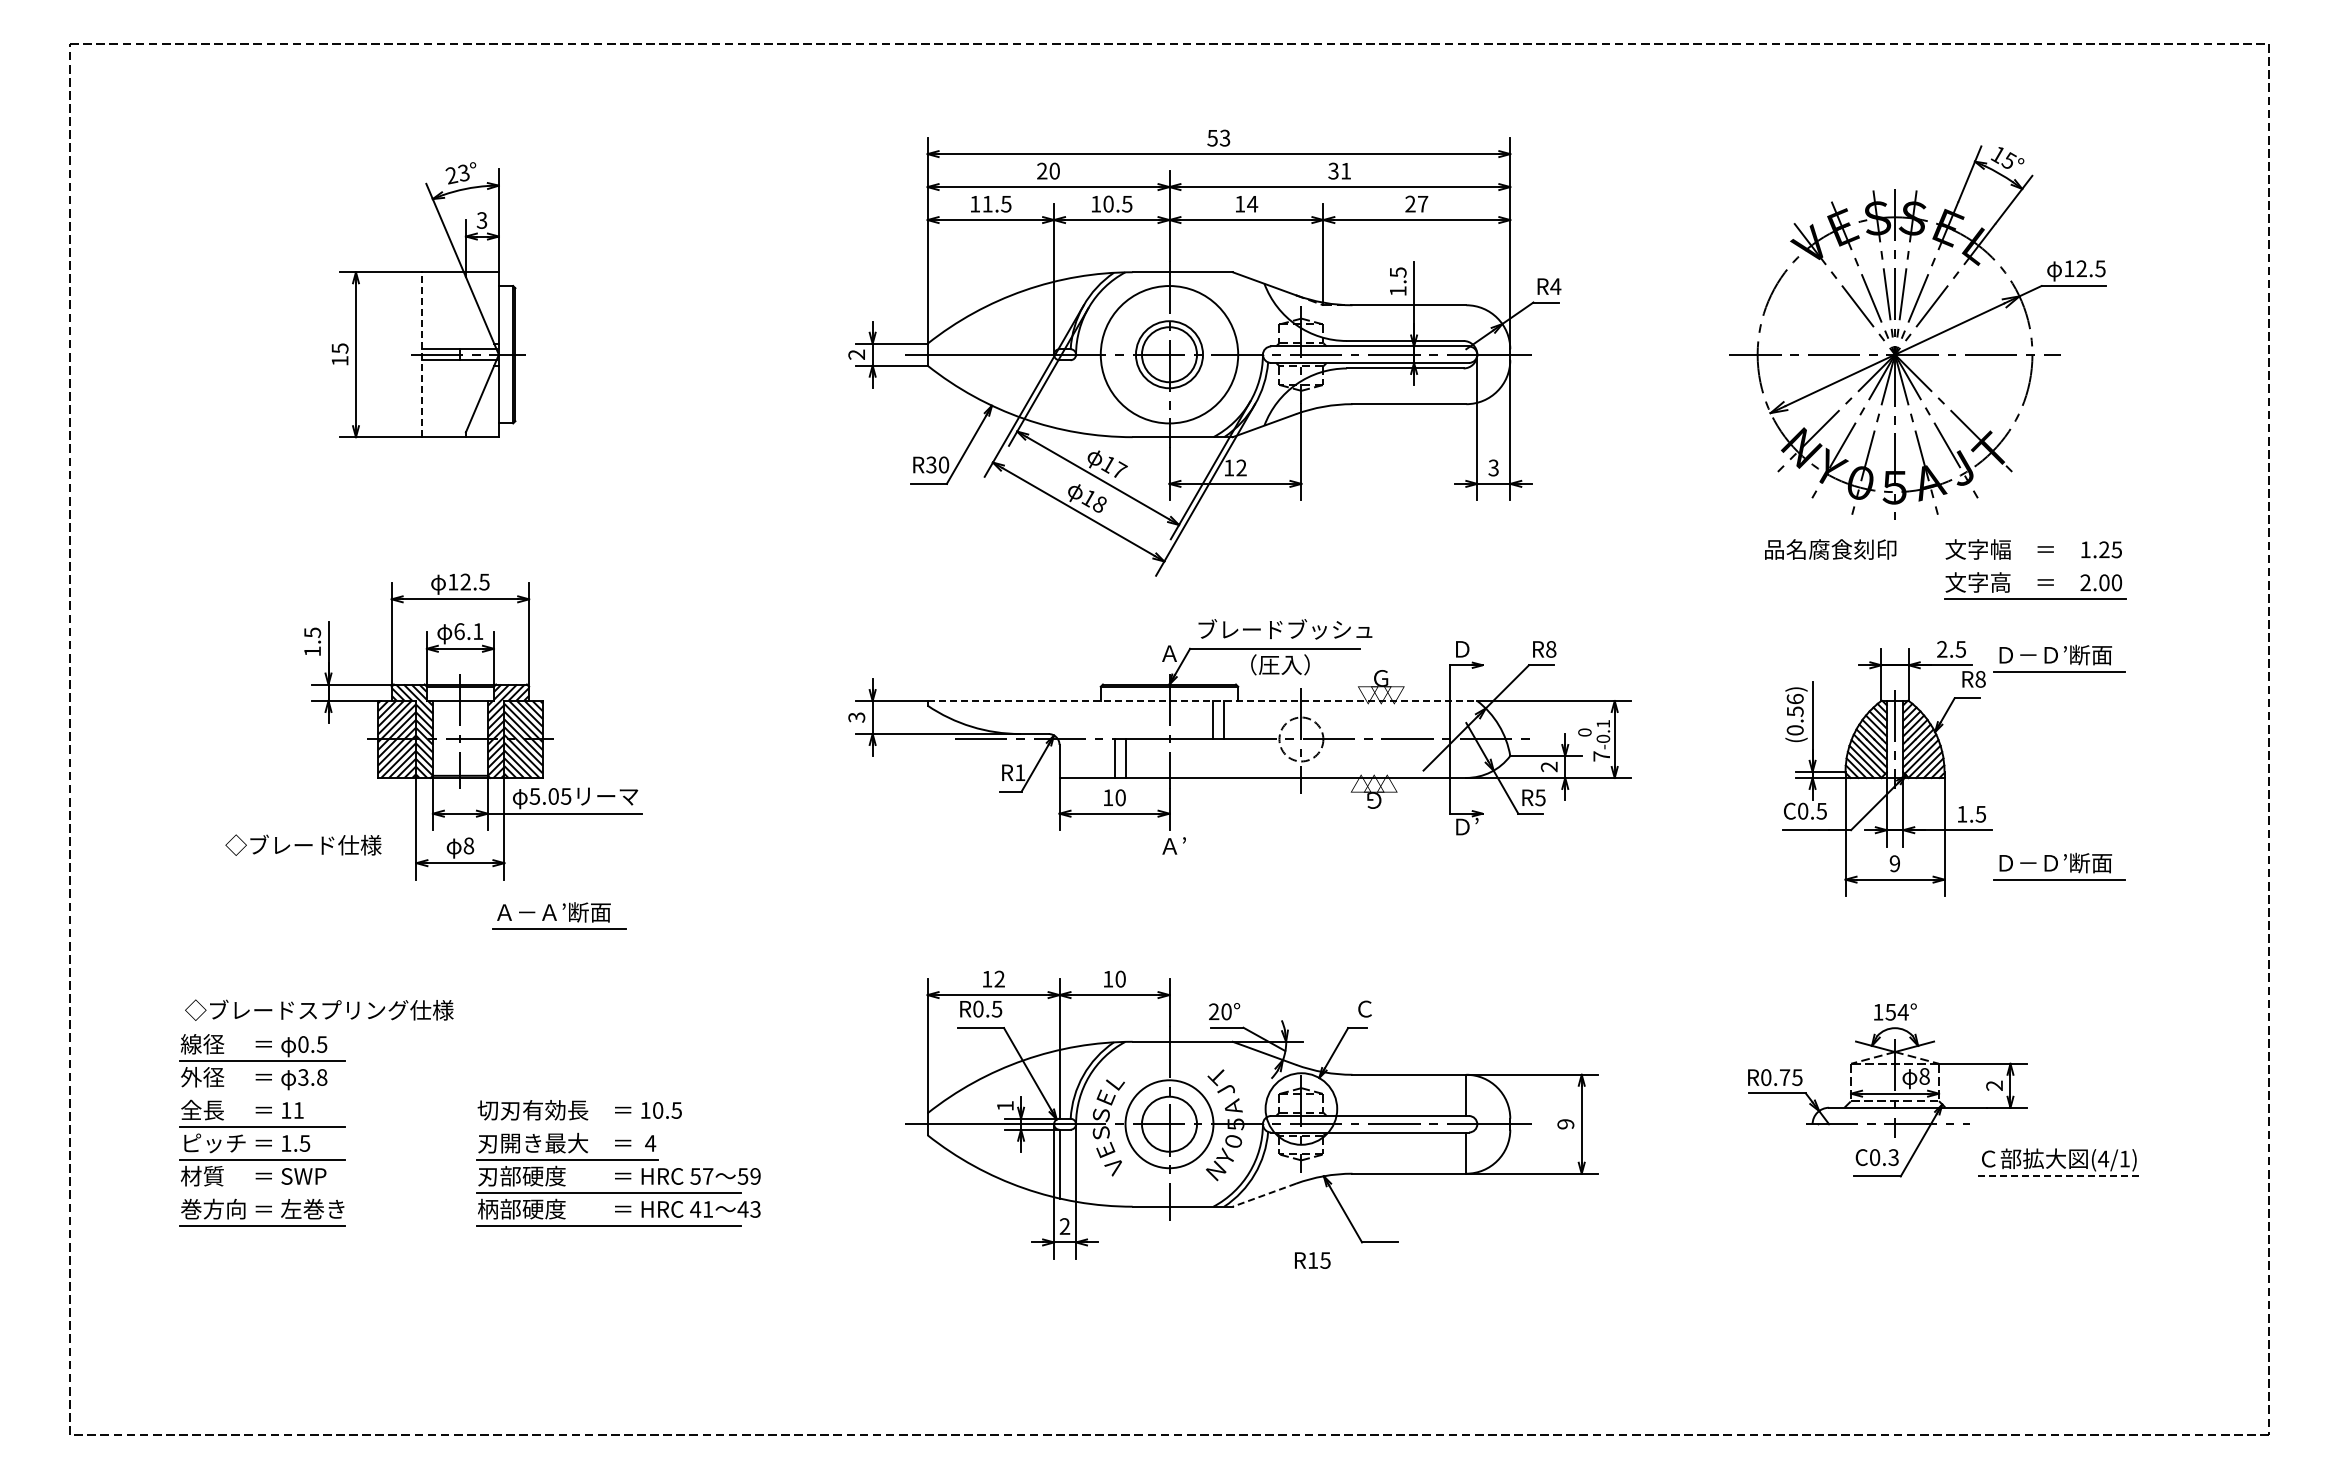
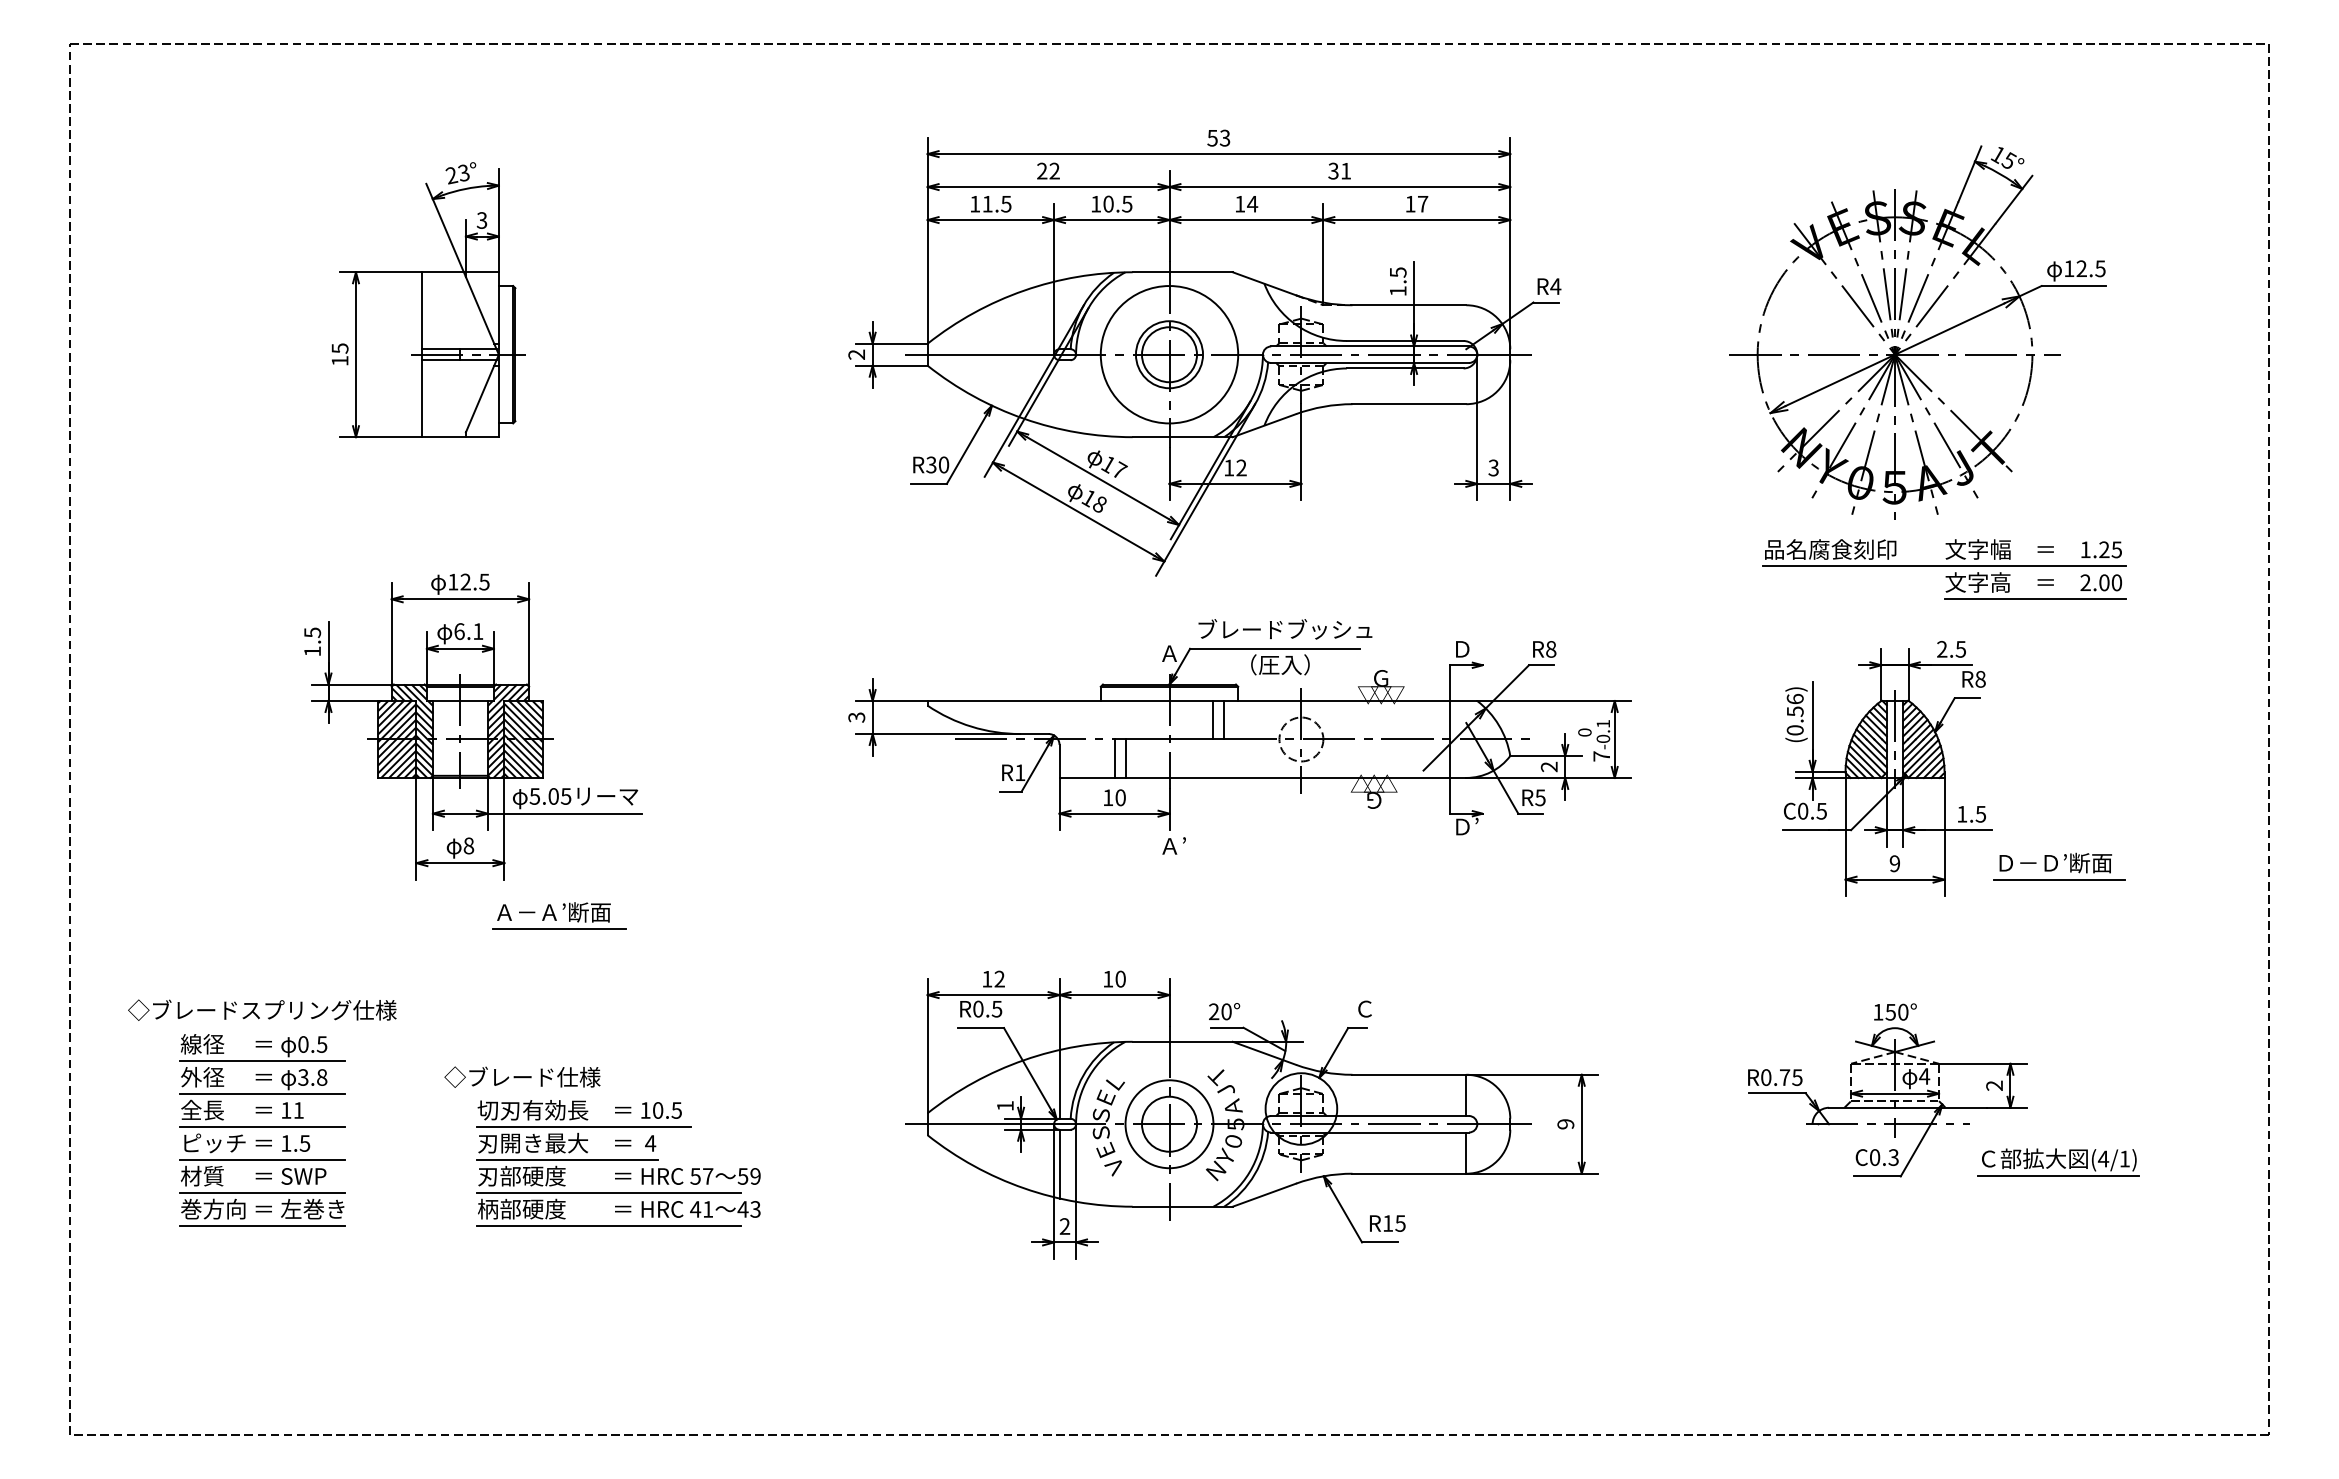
text at (1054, 170): 20 -> 22
text at (1410, 203): 27 -> 17
line at (421, 354): dashed -> solid
line at (1944, 566): none -> present
part at (2059, 658): present -> none
line at (1202, 701): dashed -> solid
text at (303, 844) position: (303, 844) -> (522, 1076)
text at (319, 1009) position: (319, 1009) -> (262, 1009)
text at (1902, 1011): 154° -> 150°
text at (1924, 1076): 8 -> 4
line at (262, 1094): none -> present
line at (583, 1127): none -> present
line at (2058, 1176): dashed -> solid
line at (262, 1192): none -> present
line at (1264, 1195): dashed -> solid
text at (1312, 1260) position: (1312, 1260) -> (1387, 1223)
